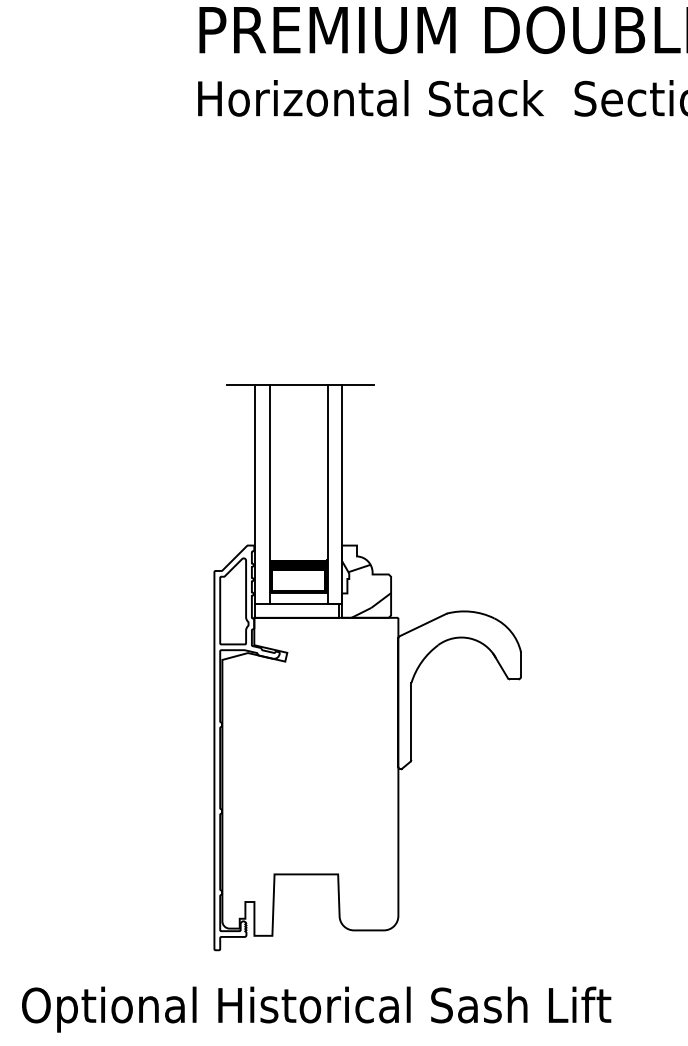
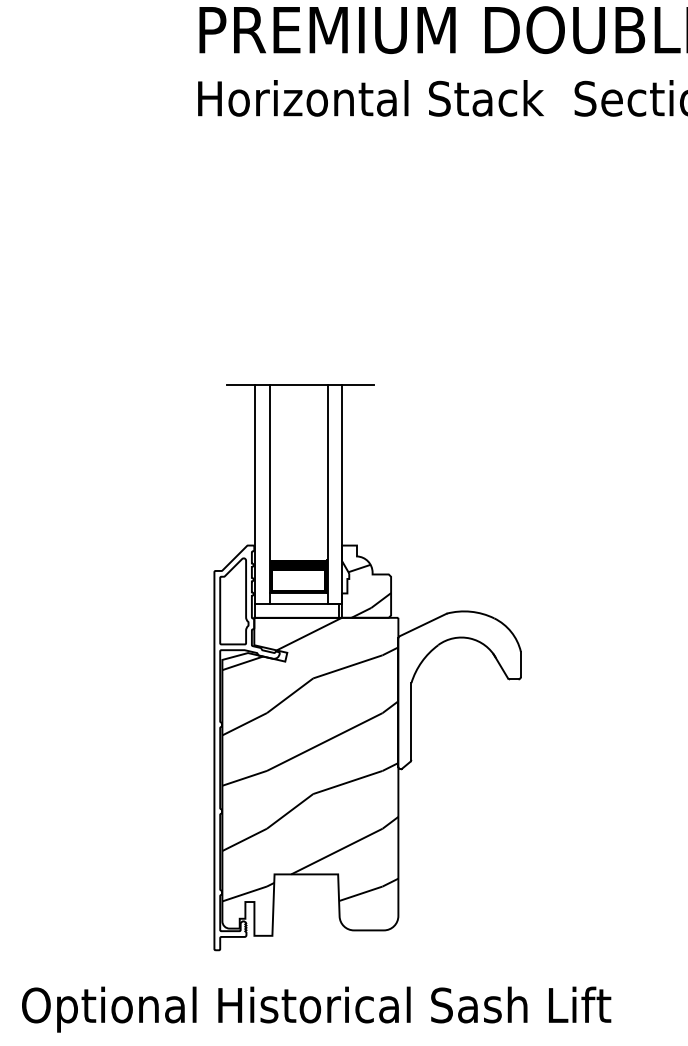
hatch at (310, 759): none -> present
